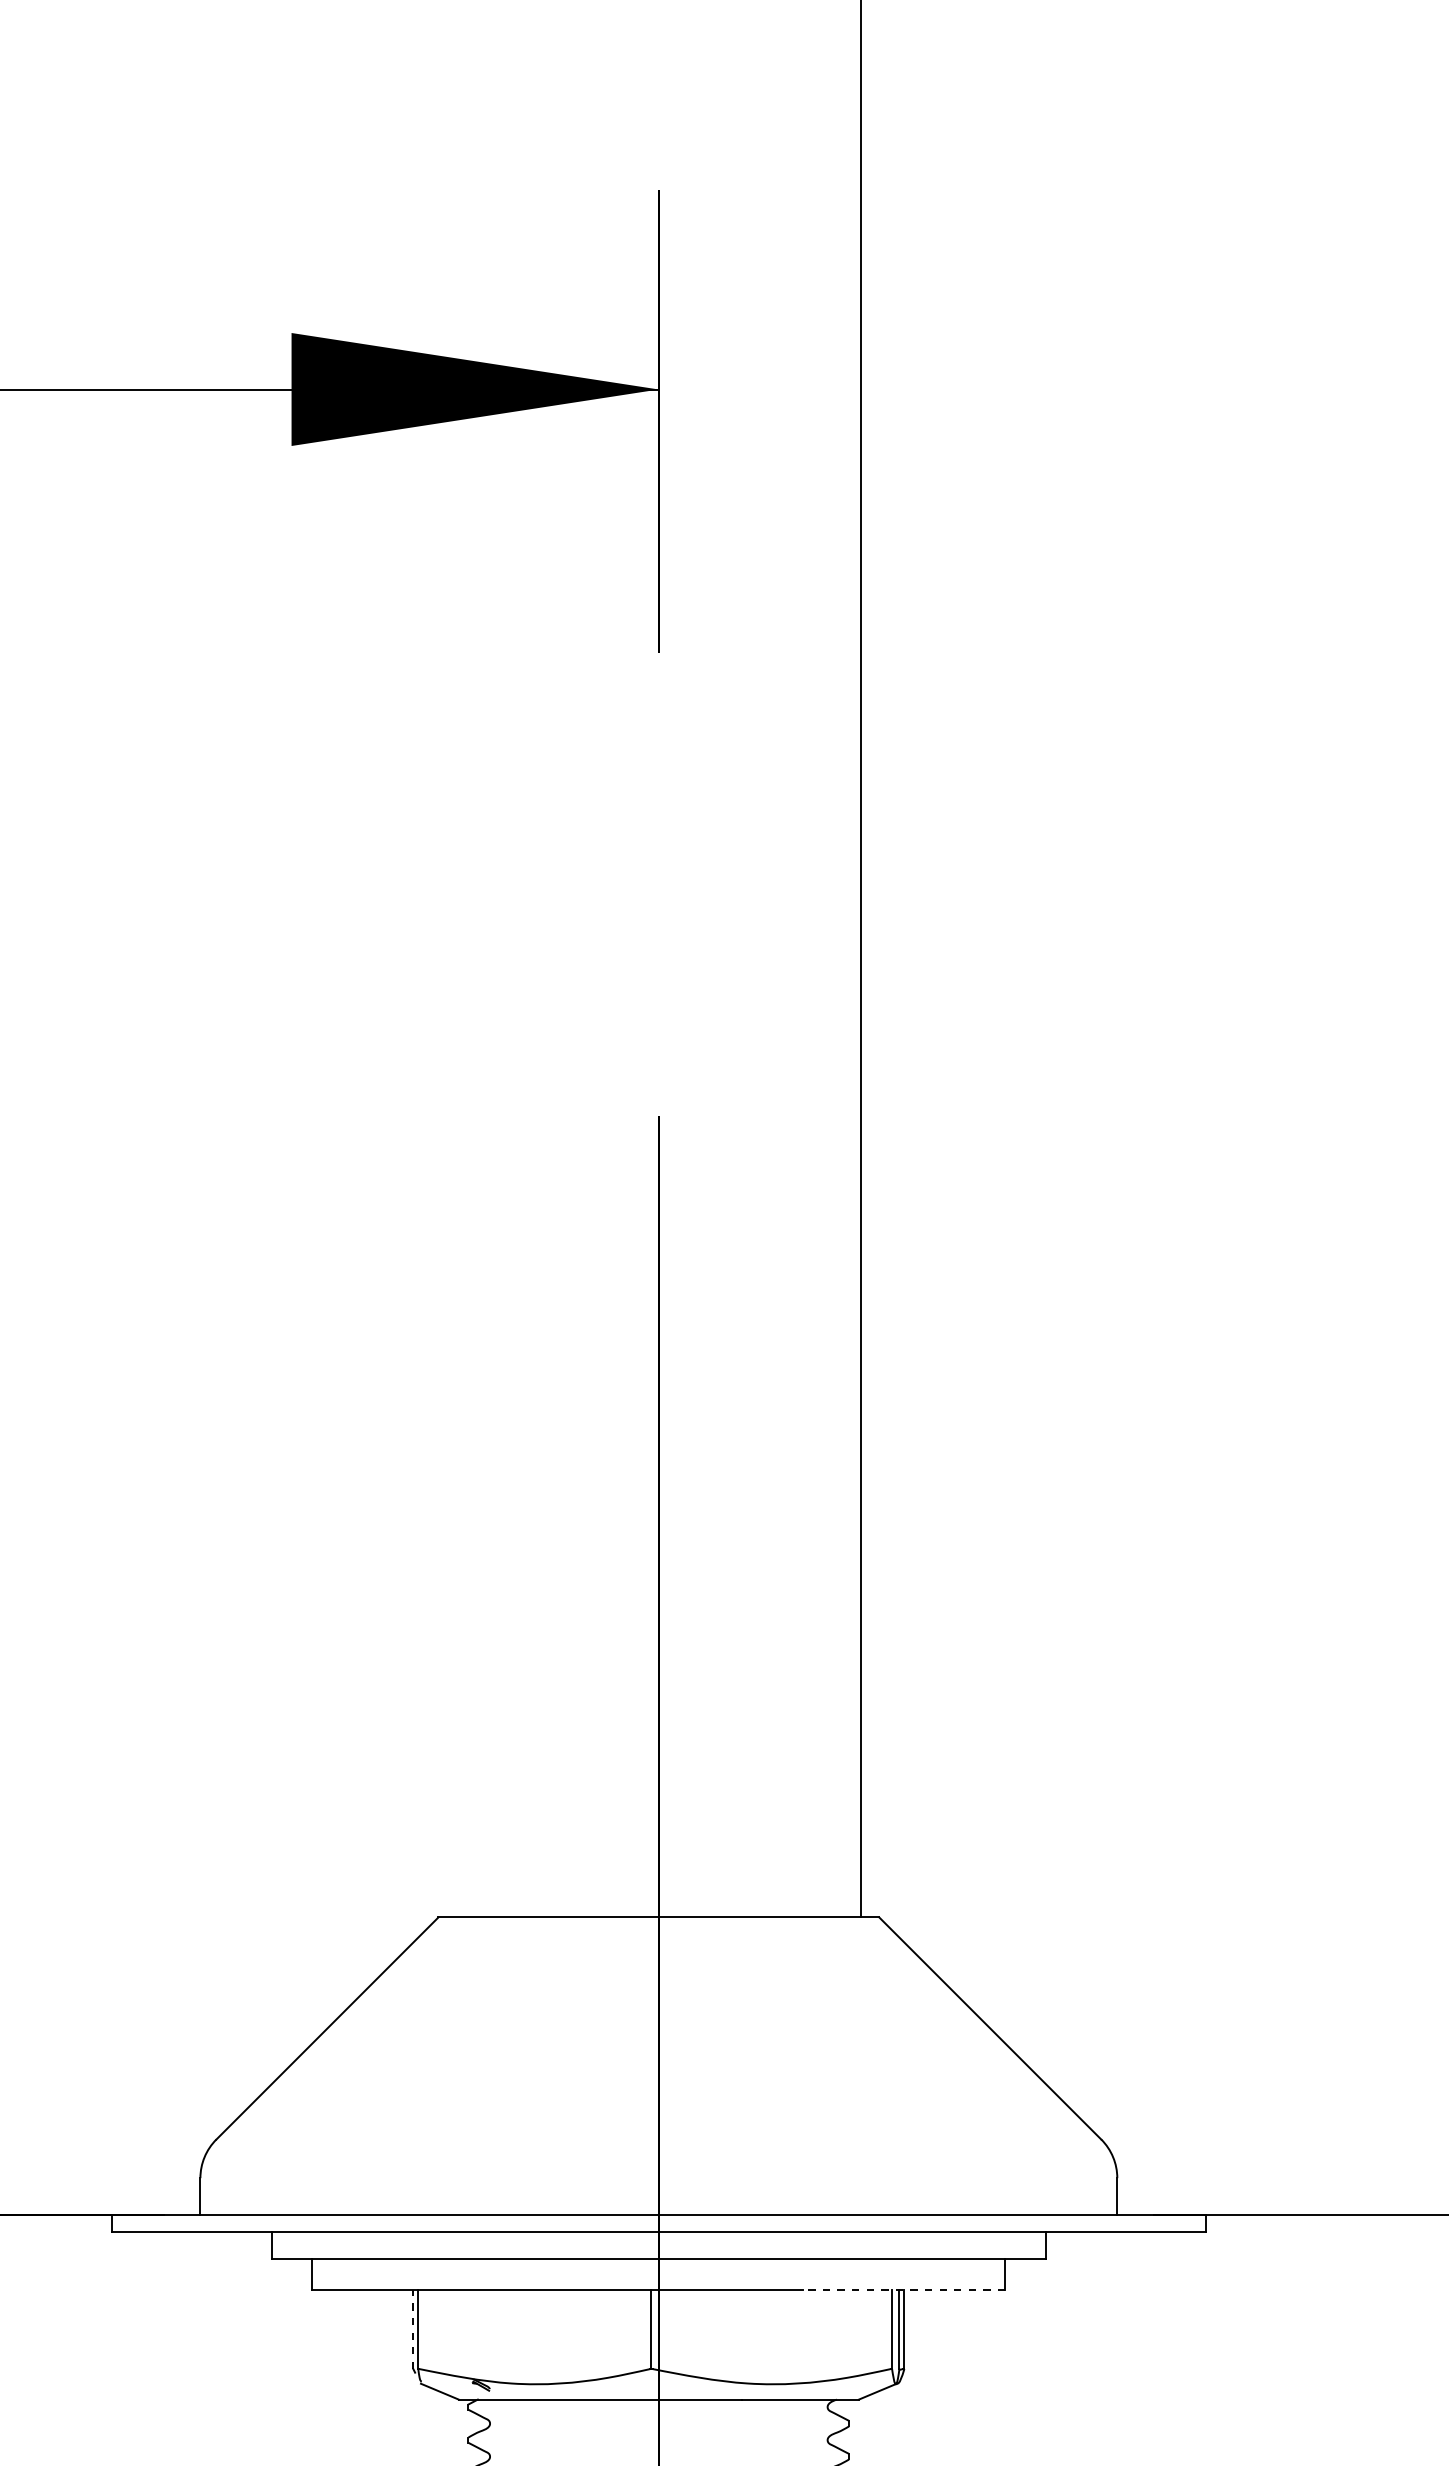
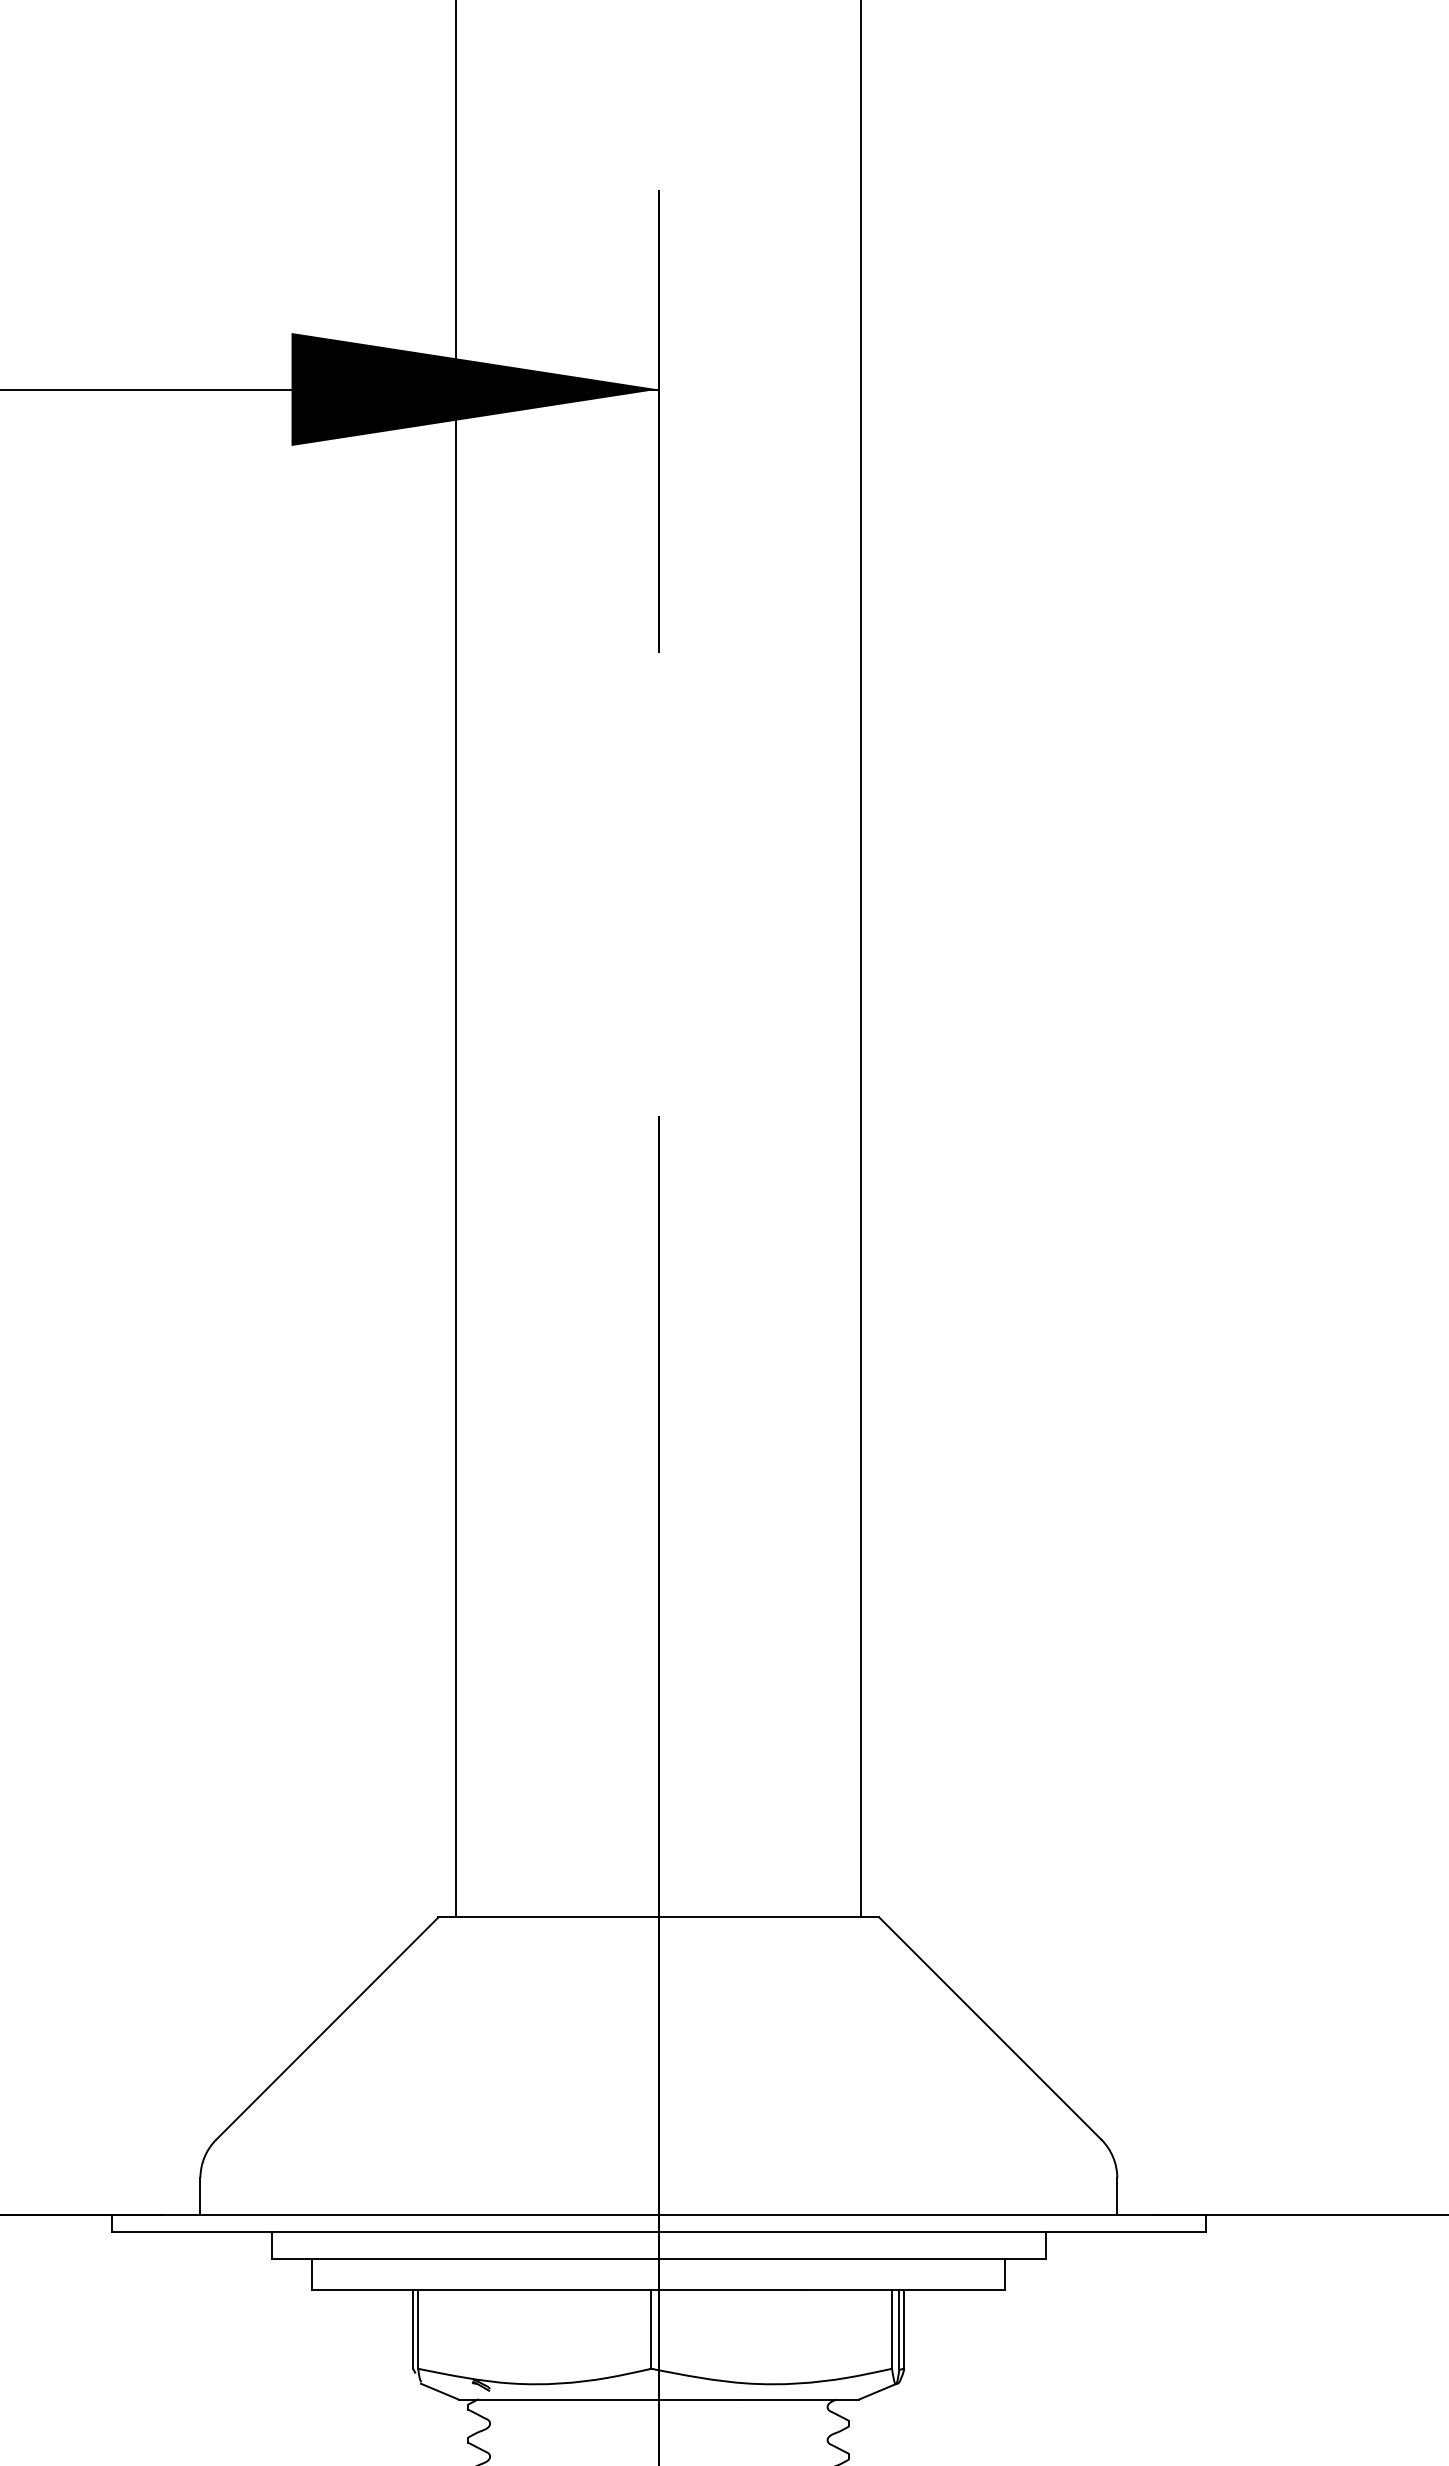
line at (456, 959): none -> present
line at (903, 2290): dashed -> solid
line at (413, 2329): dashed -> solid
